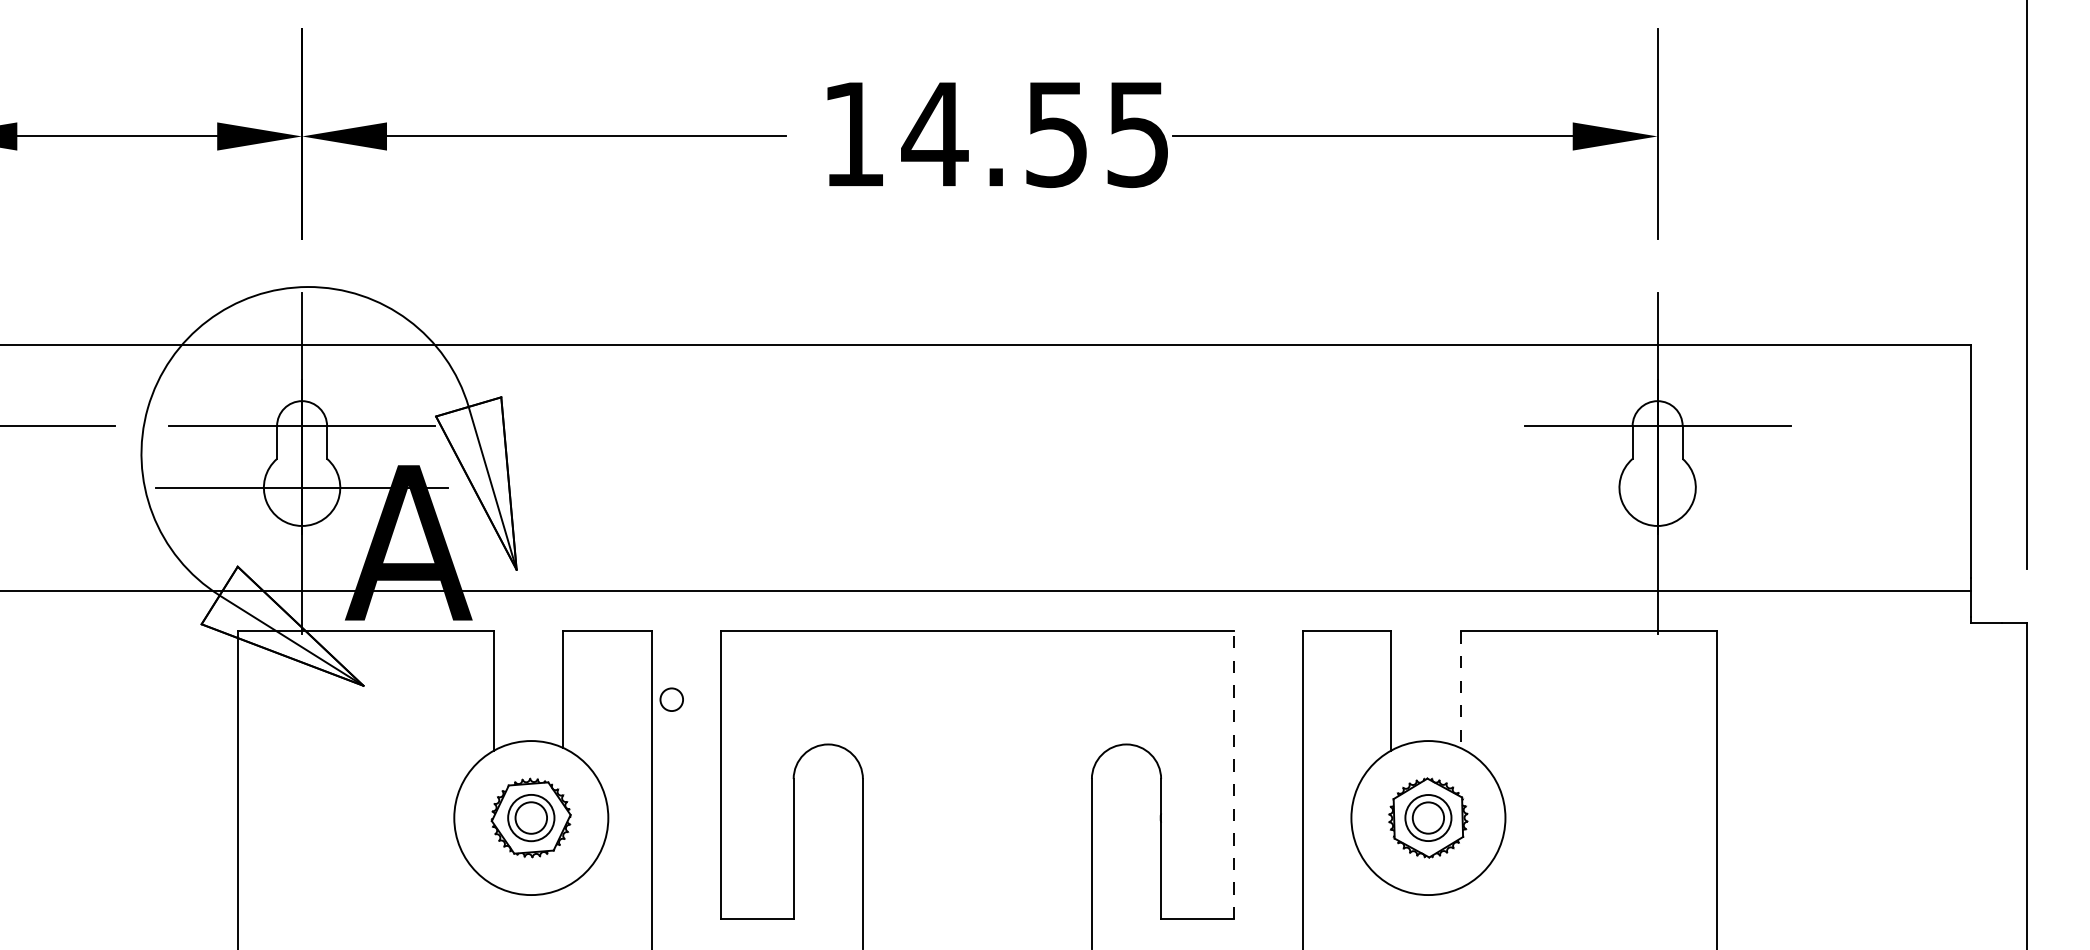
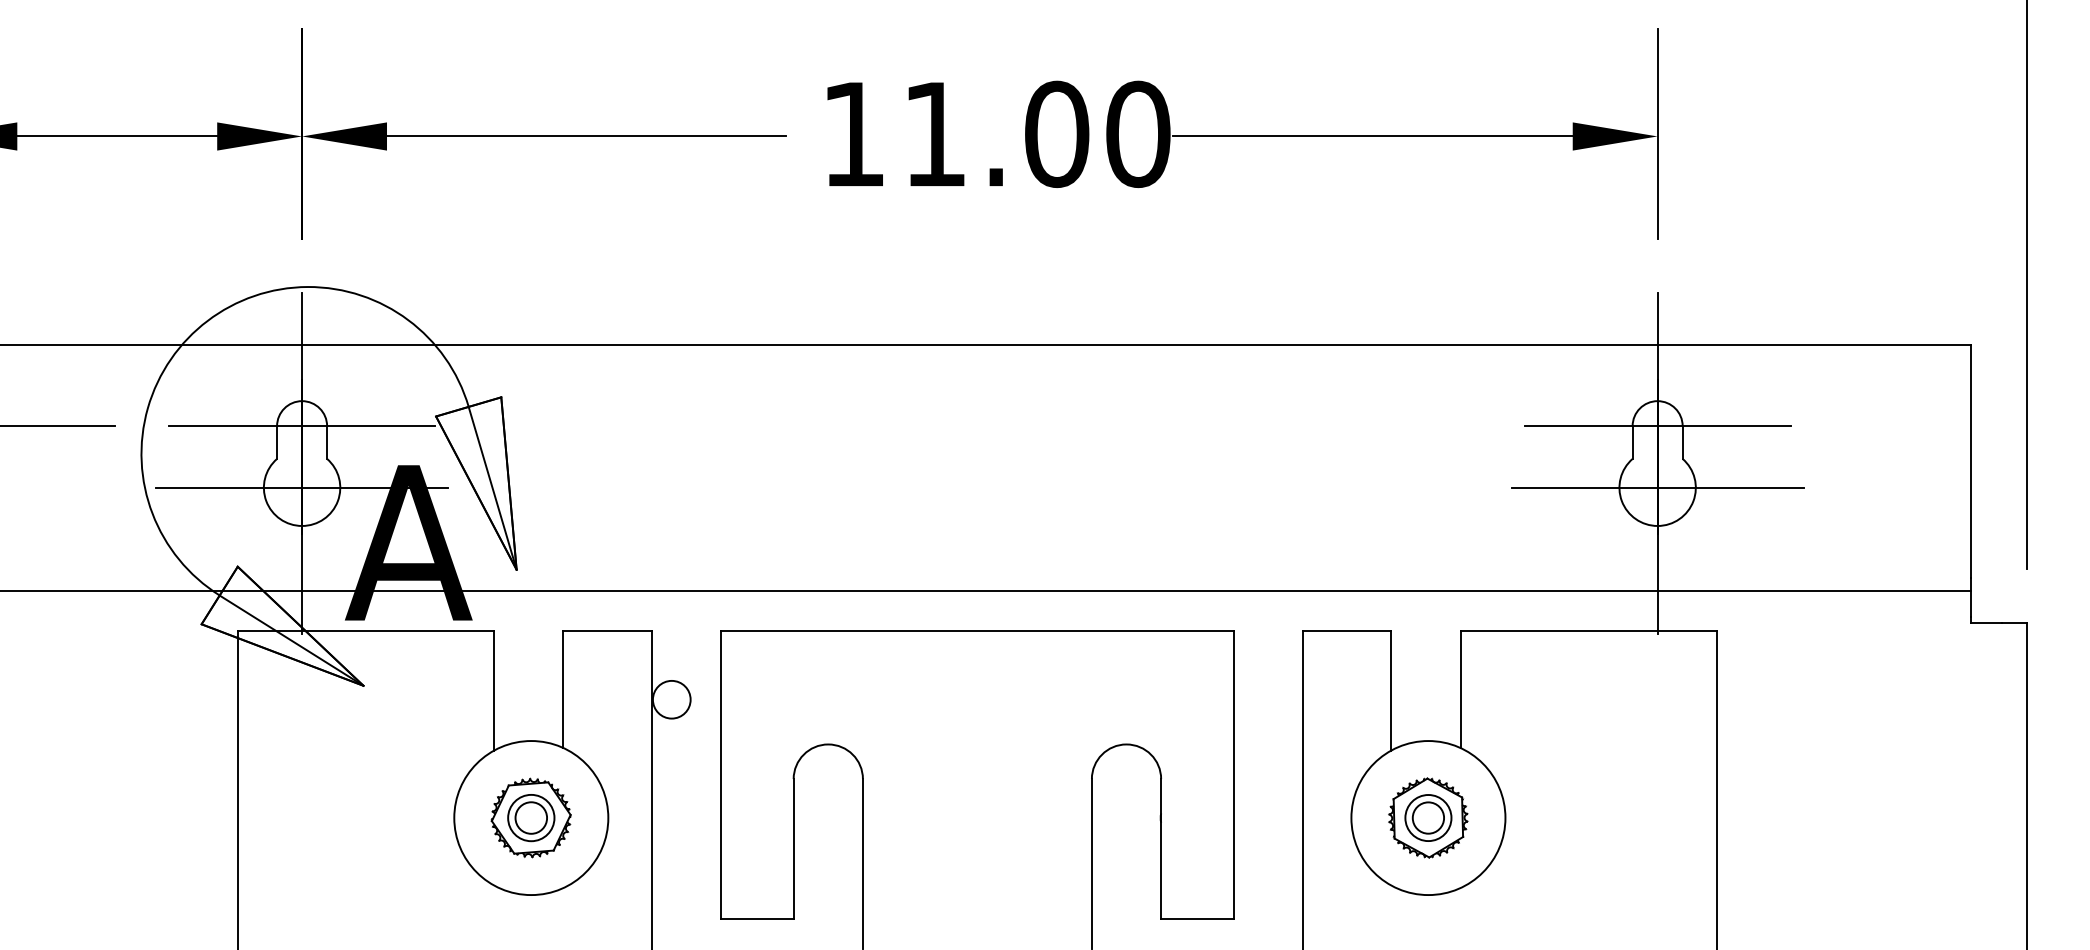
text at (1035, 134): 14.55 -> 11.00
line at (1657, 487): none -> present
line at (1460, 690): dashed -> solid
circle at (671, 699) diameter: 23 px -> 38 px
line at (1233, 774): dashed -> solid
